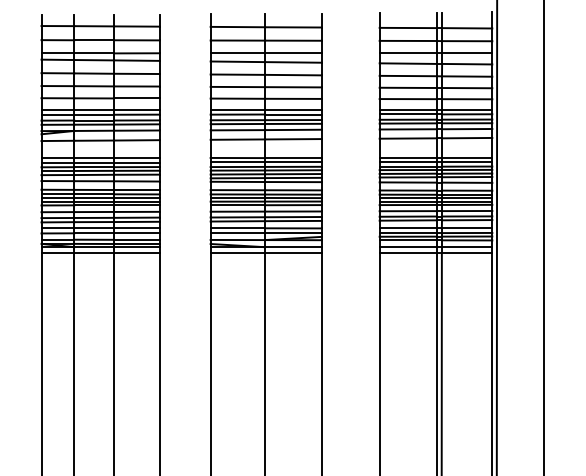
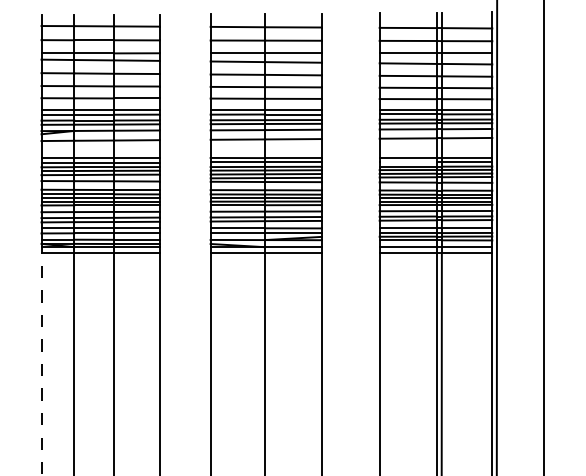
line at (407, 162): present -> none
line at (41, 364): solid -> dashed
